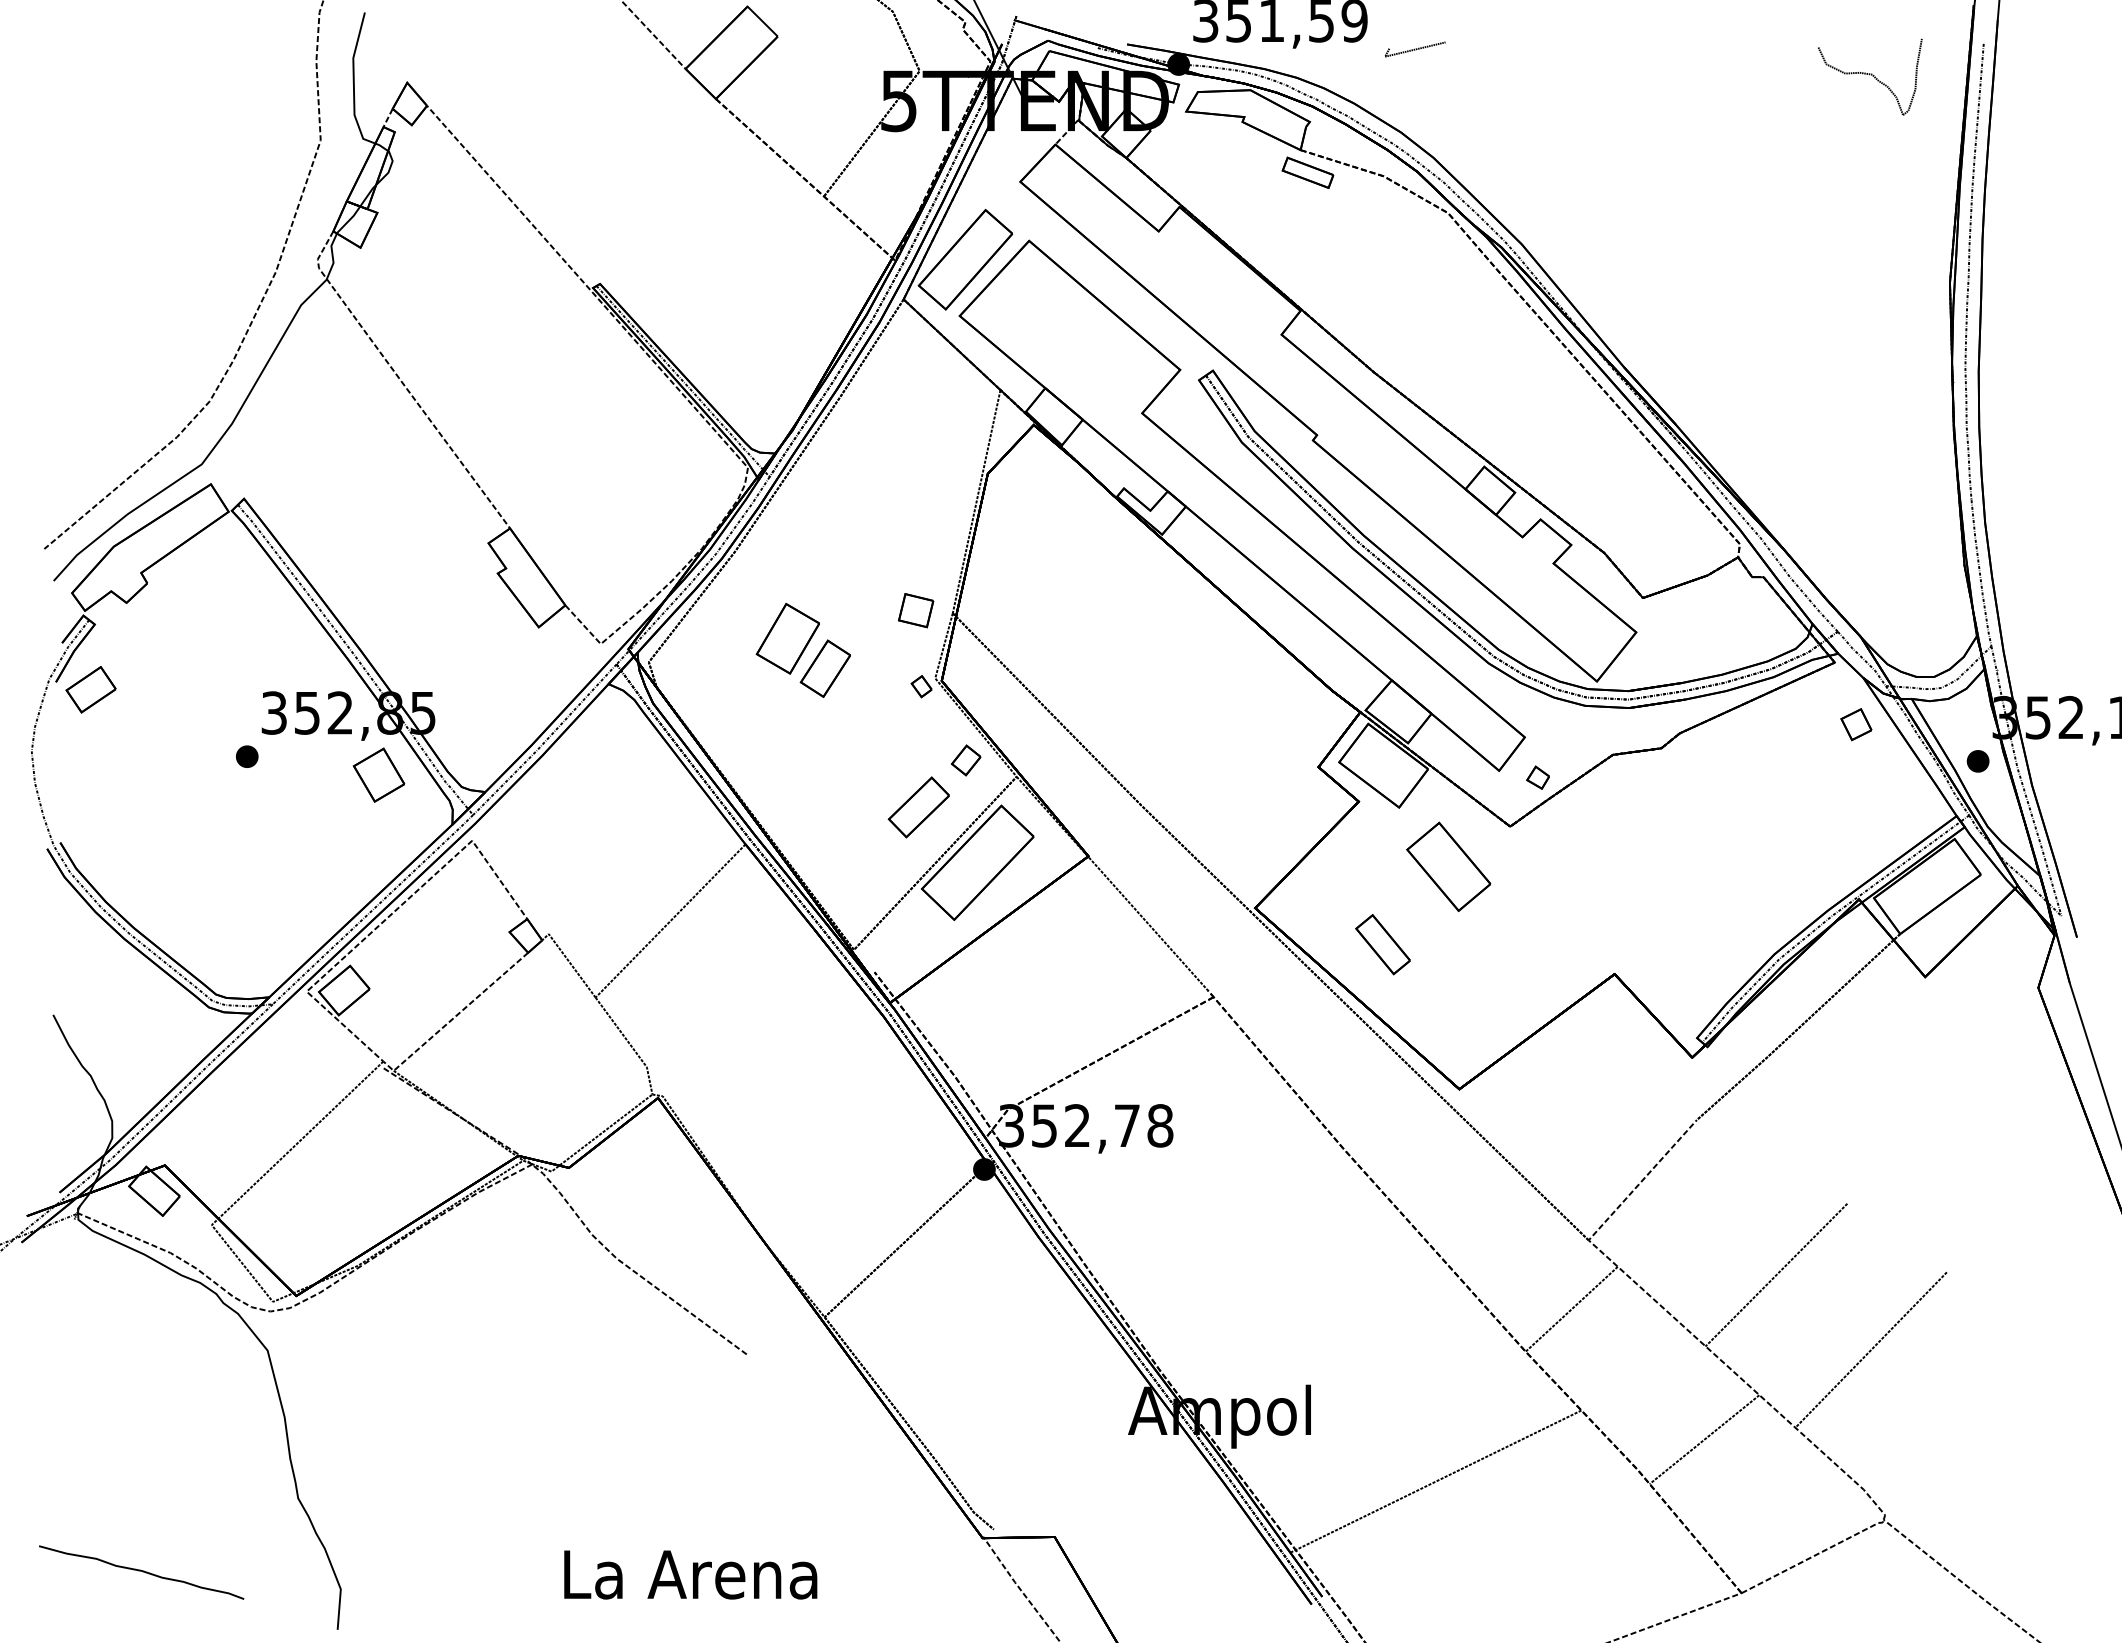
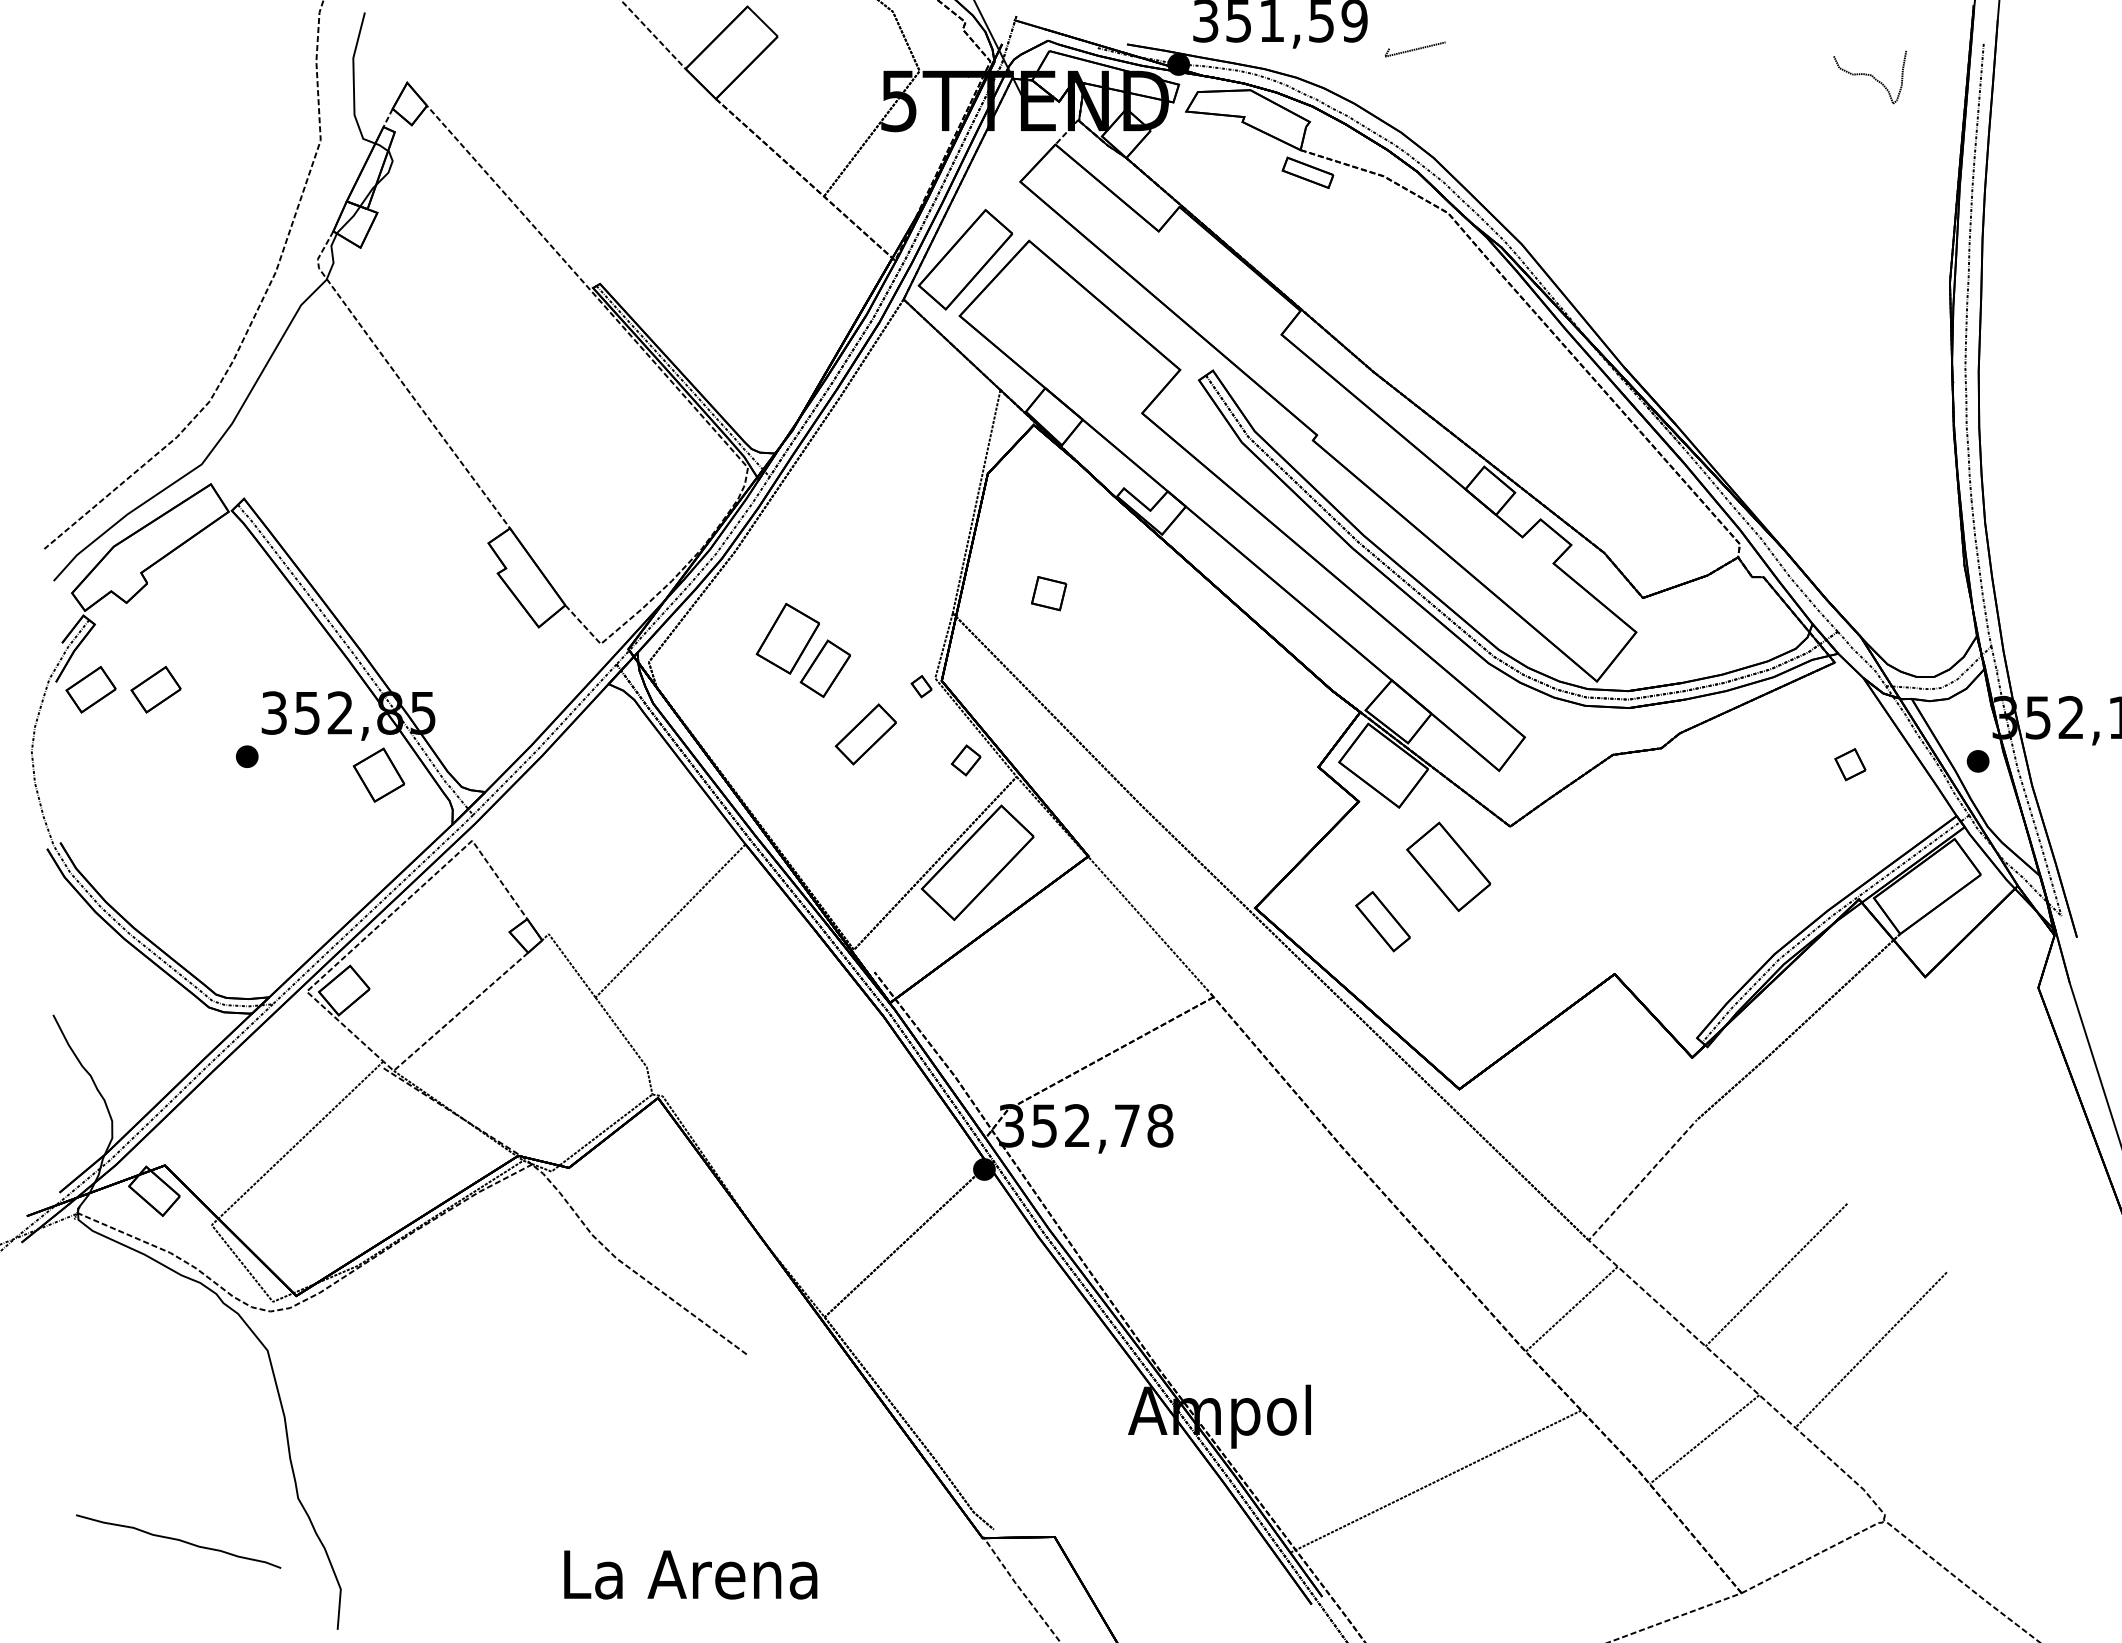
part at (1869, 76) size: 106x78 px -> 74x55 px
part at (916, 610) position: (916, 610) -> (1049, 593)
part at (155, 689): none -> present
part at (1856, 724) position: (1856, 724) -> (1850, 764)
part at (1537, 777): present -> none
part at (918, 807) position: (918, 807) -> (865, 734)
part at (1382, 944) position: (1382, 944) -> (1382, 921)
curve at (141, 1571) position: (141, 1571) -> (178, 1540)
